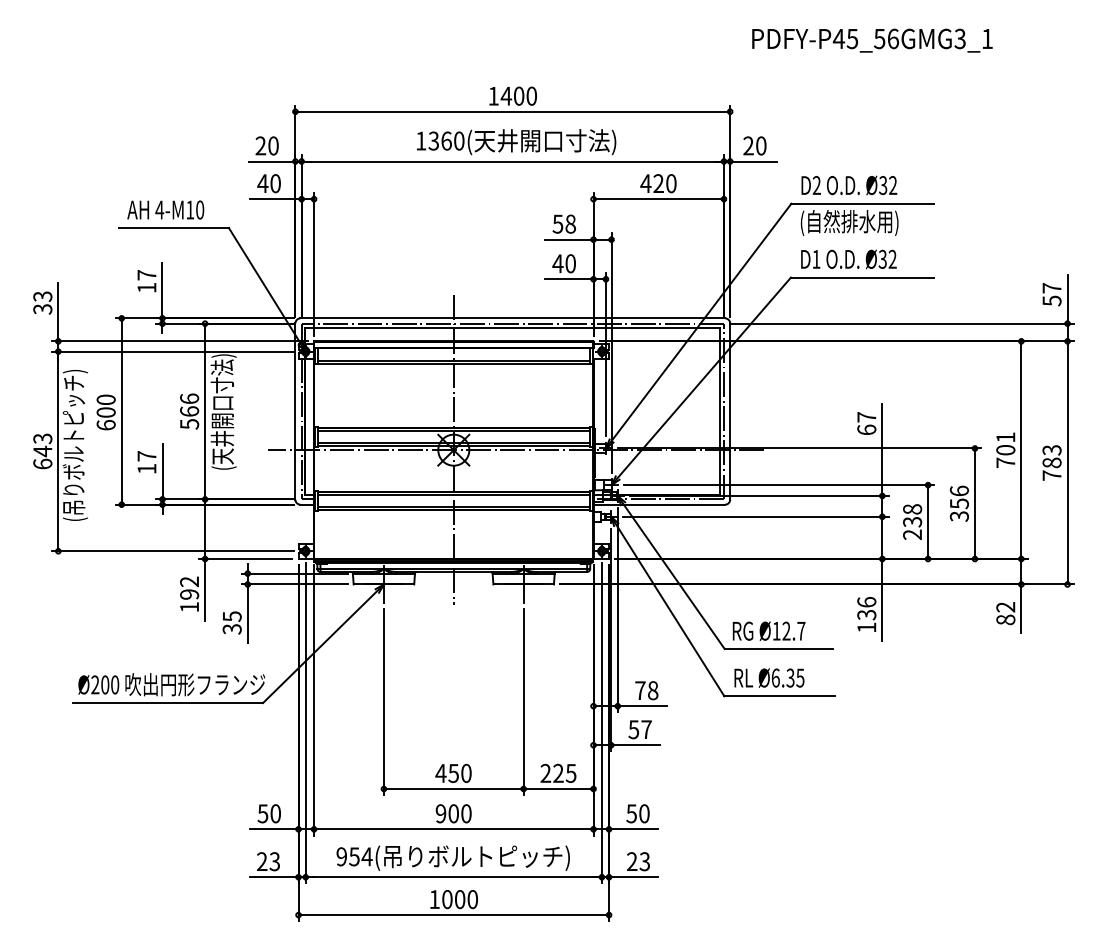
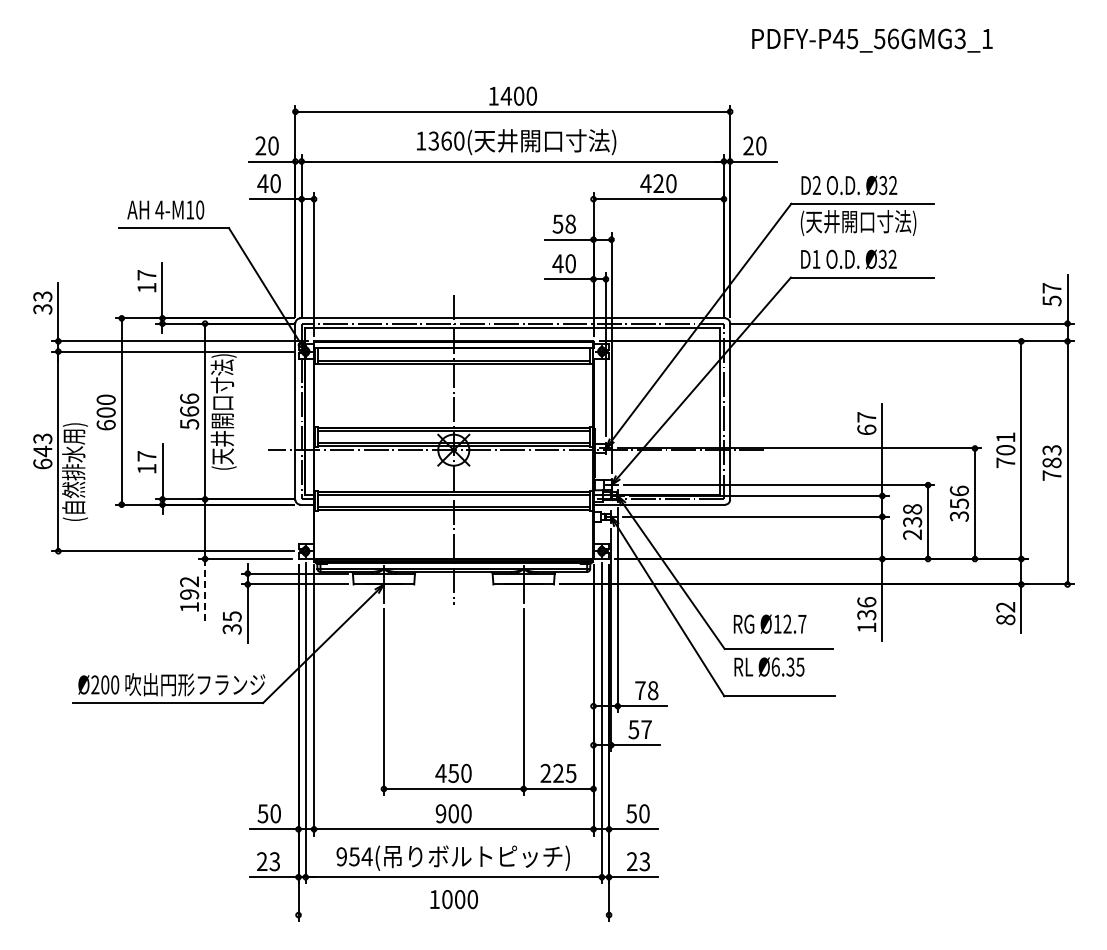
text at (861, 222): (自然排水用) -> (天井開口寸法)
text at (75, 442): (吊りボルトピッチ) -> (自然排水用)
line at (205, 589): solid -> dashed
text at (768, 630) position: (768, 630) -> (769, 623)
text at (769, 677) position: (769, 677) -> (769, 666)
line at (453, 915): present -> none
